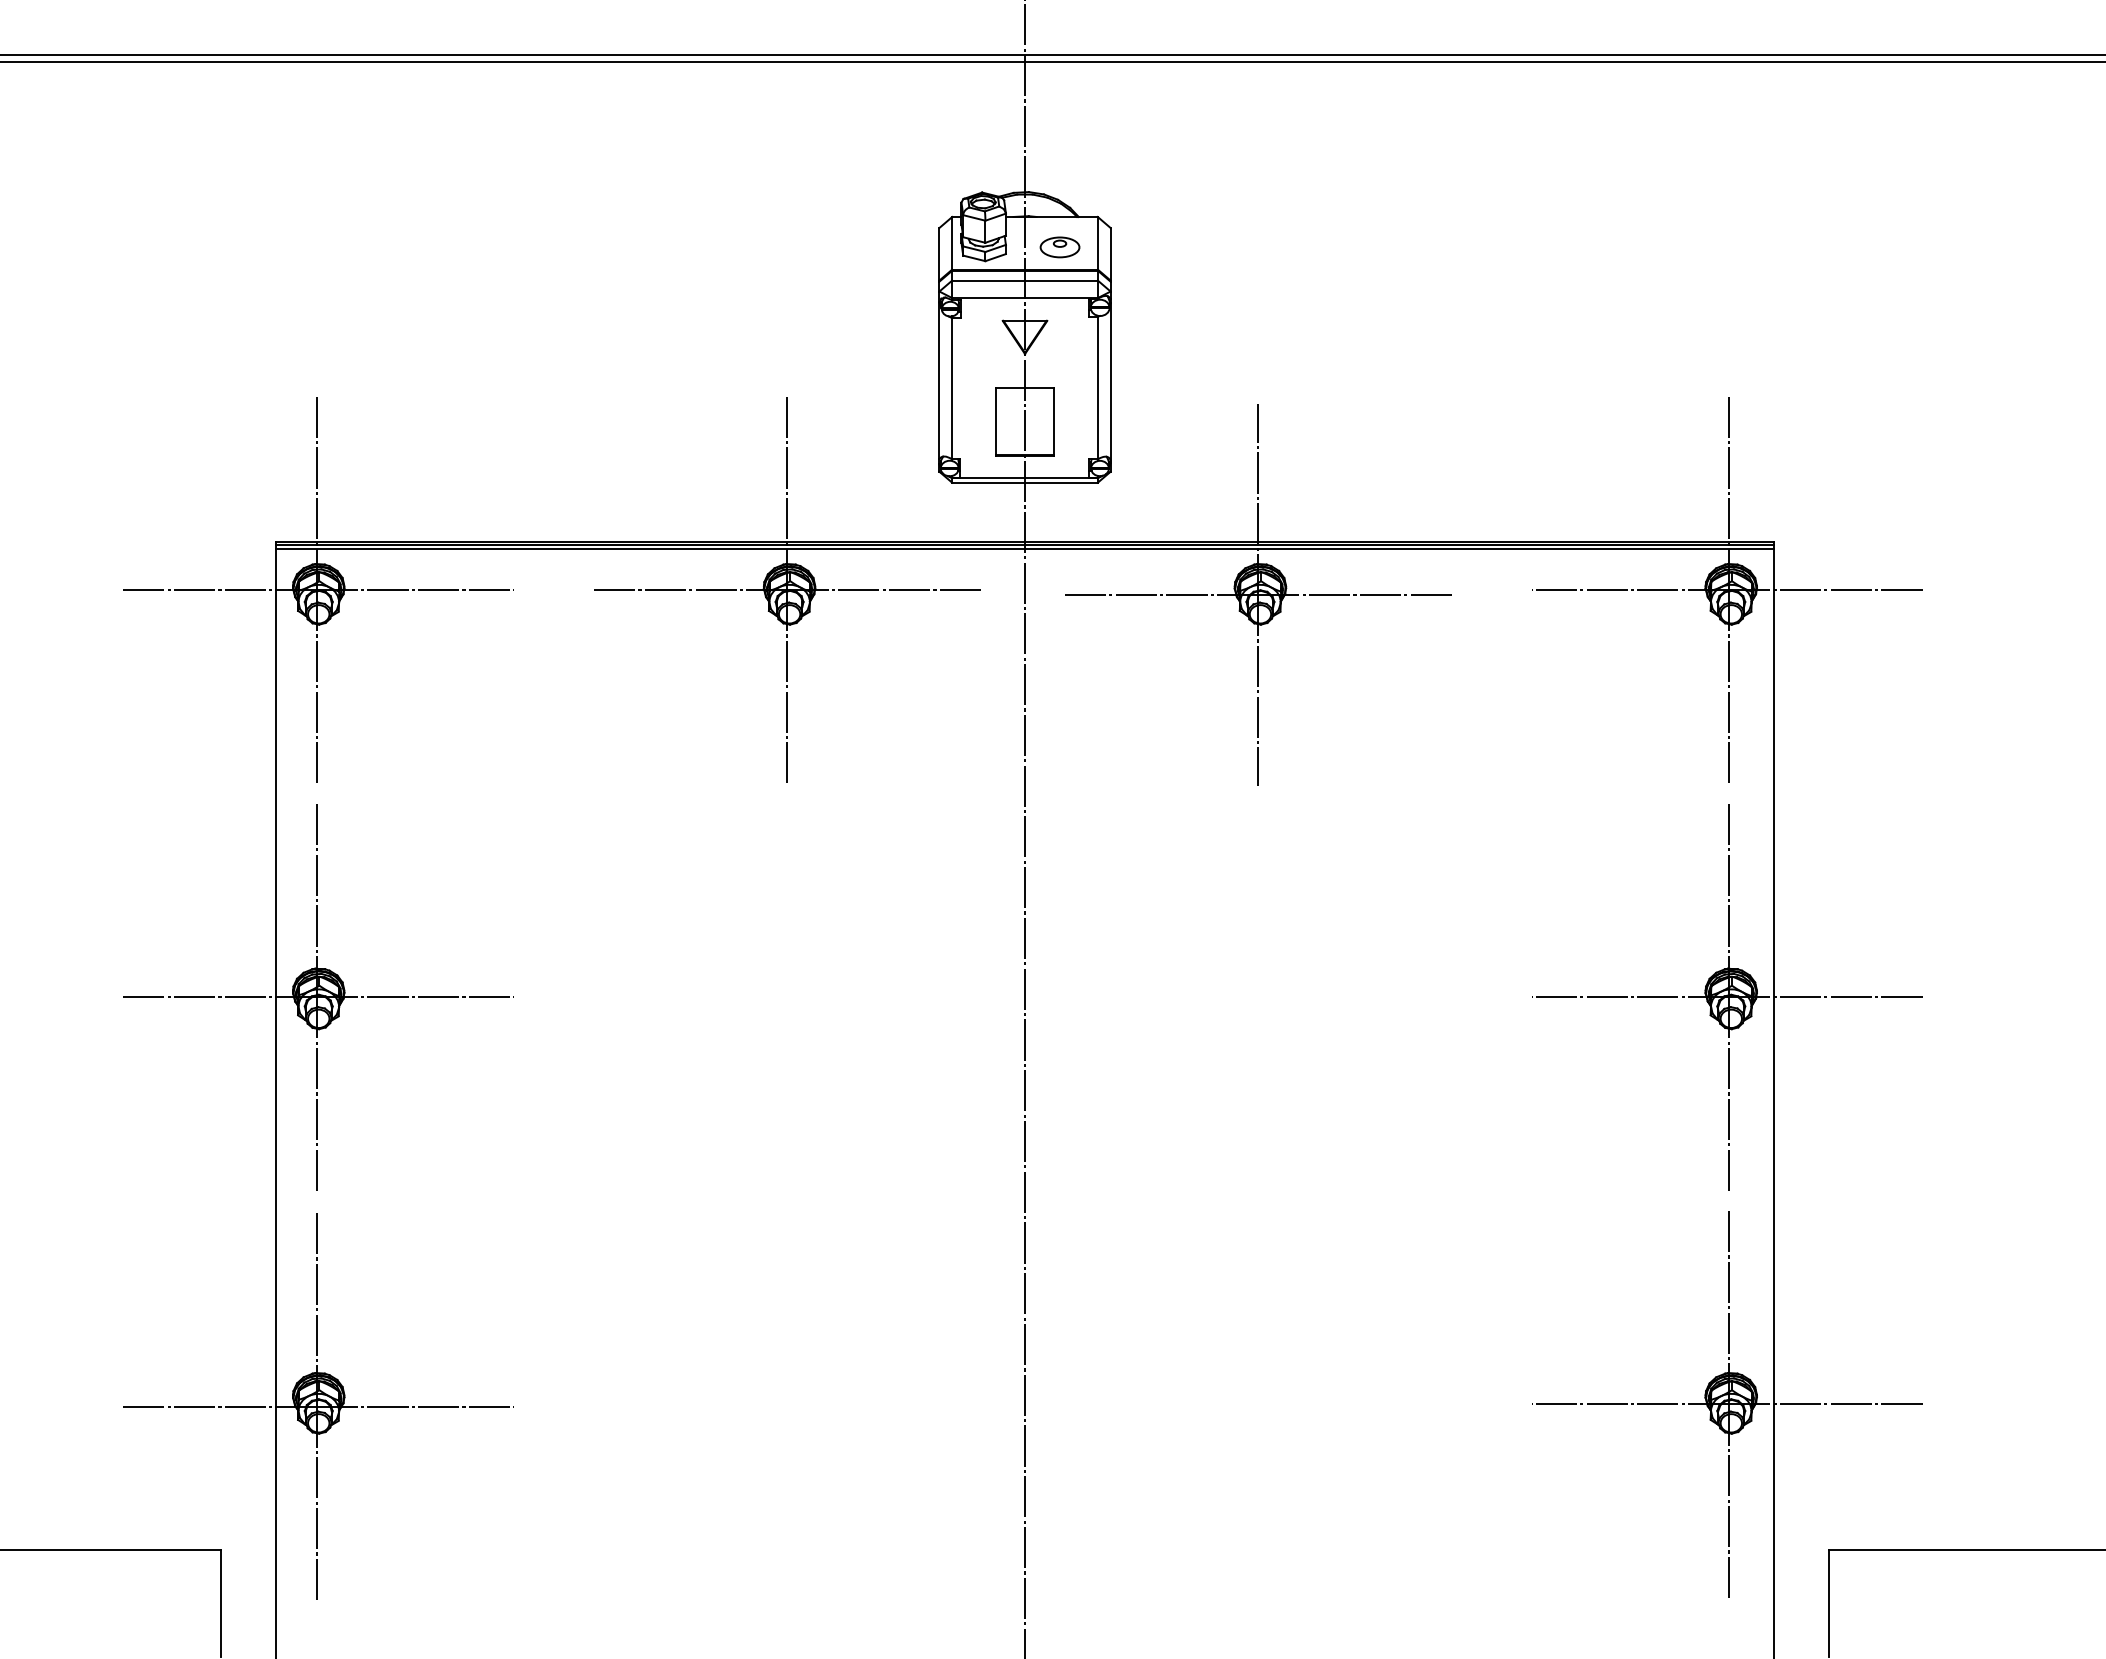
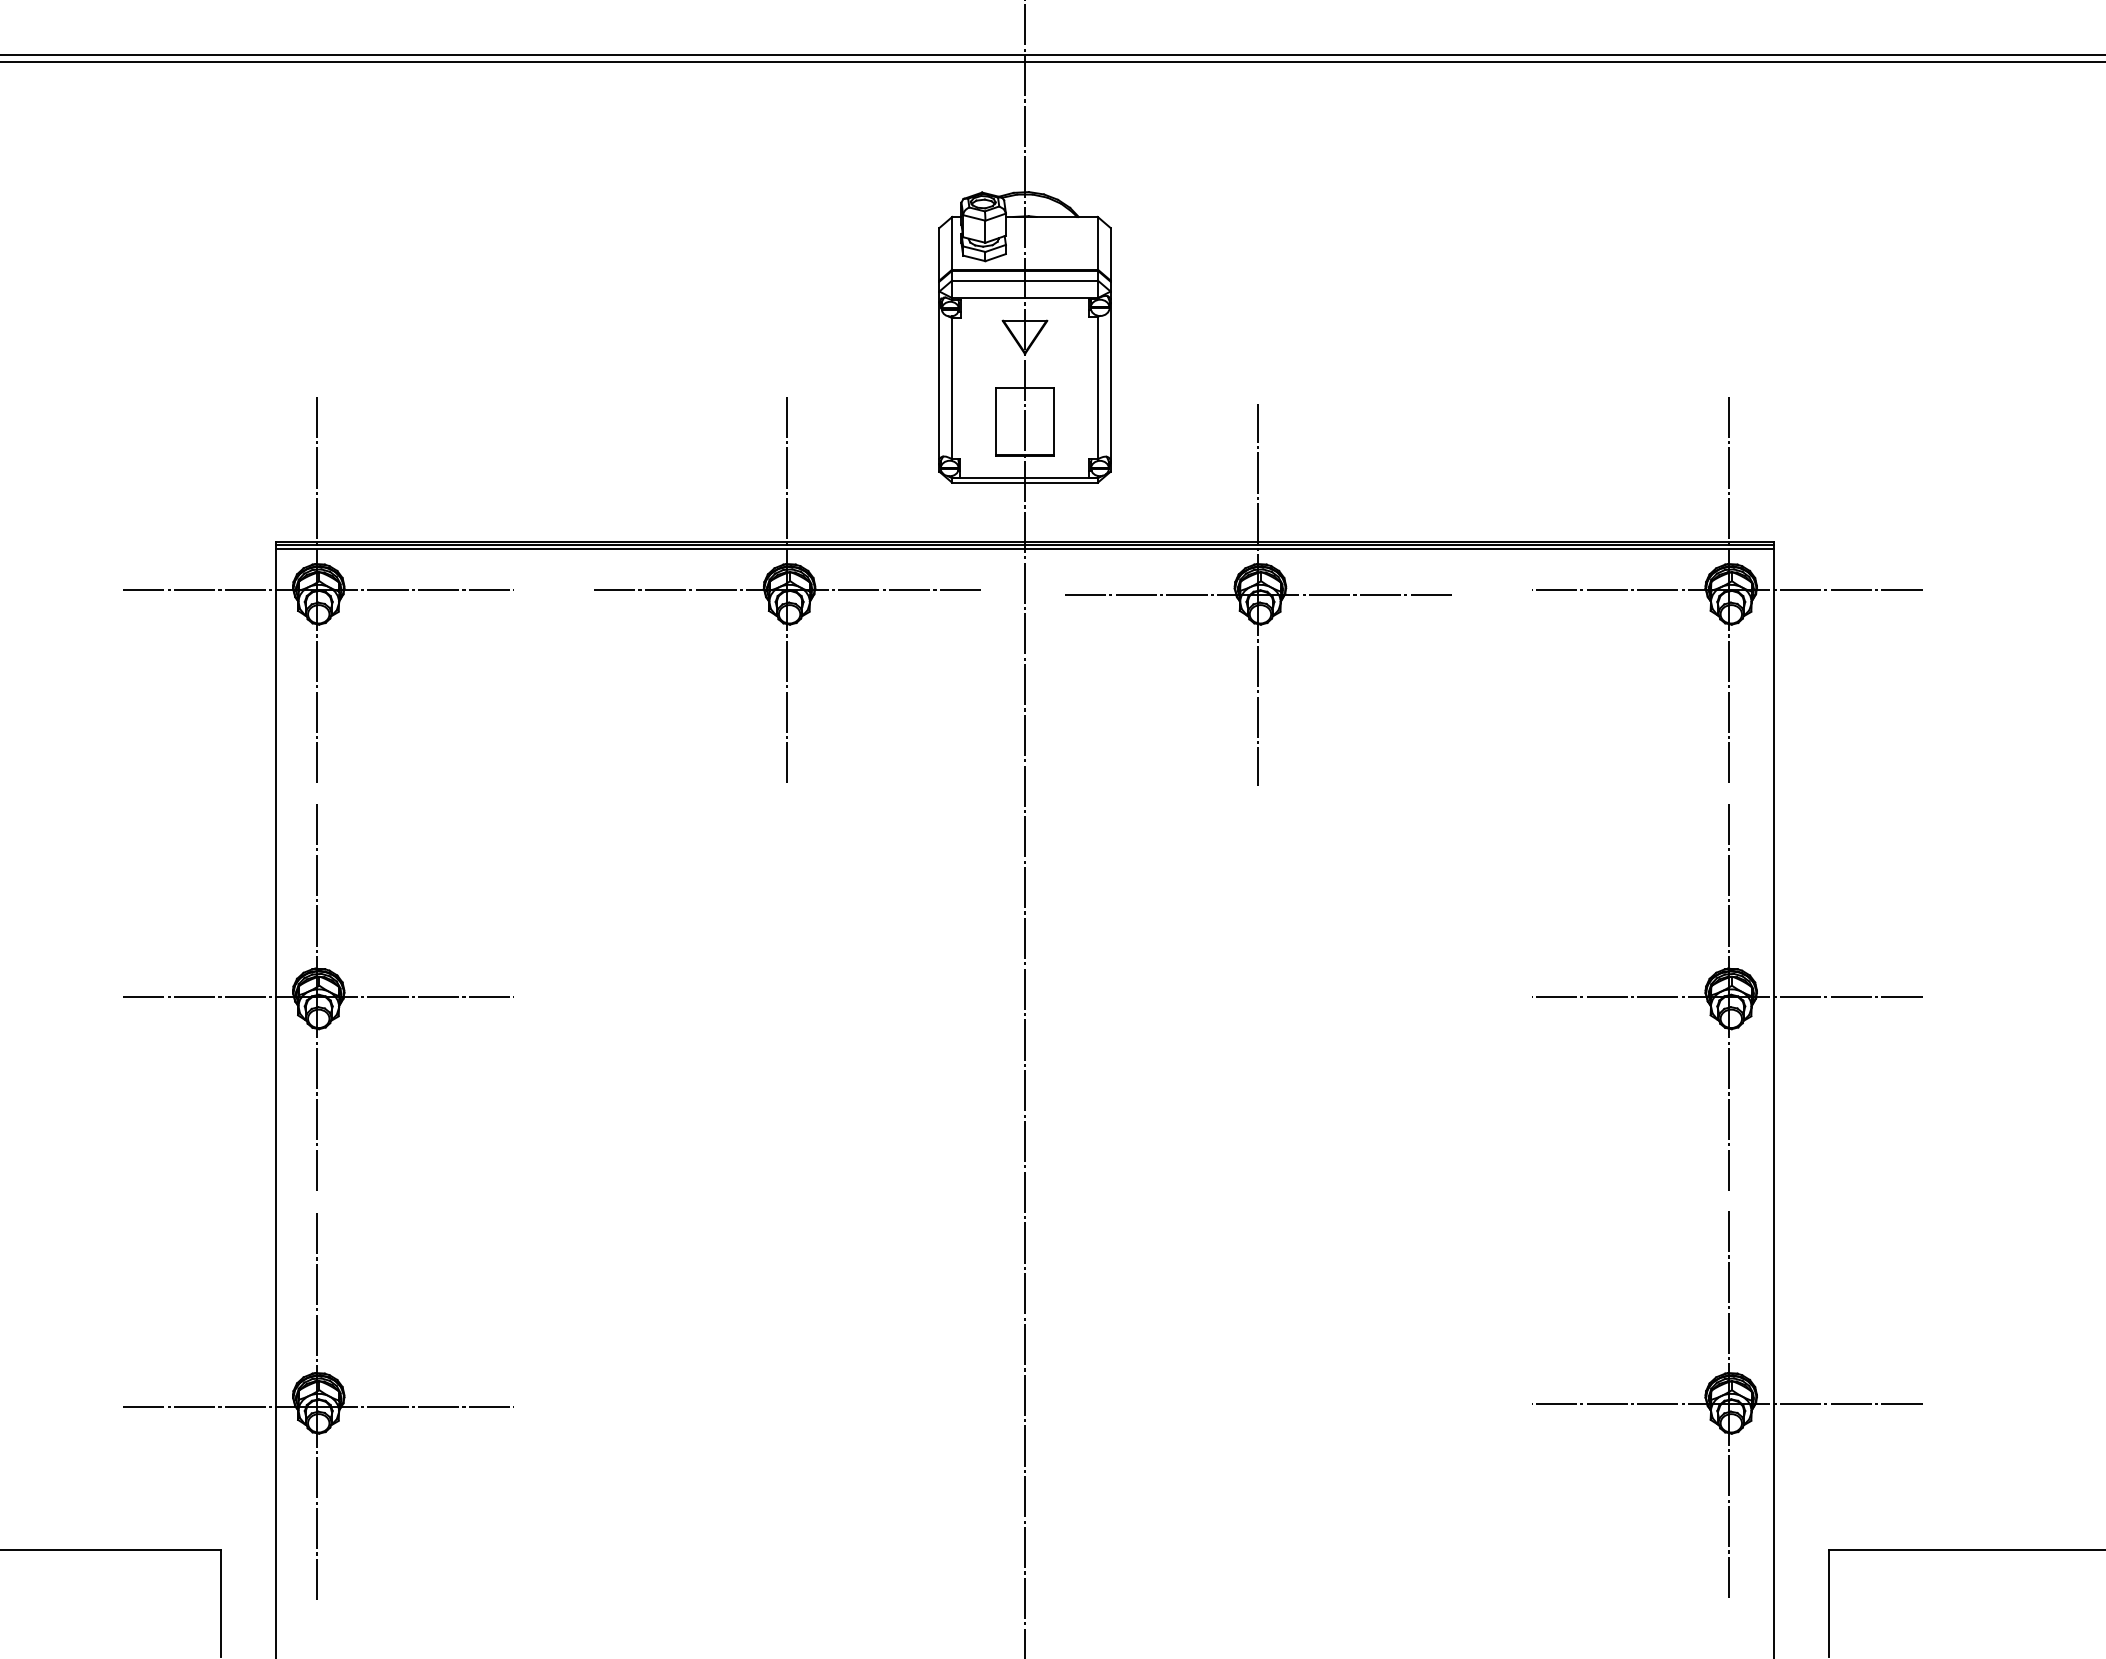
part at (1059, 247): present -> none
